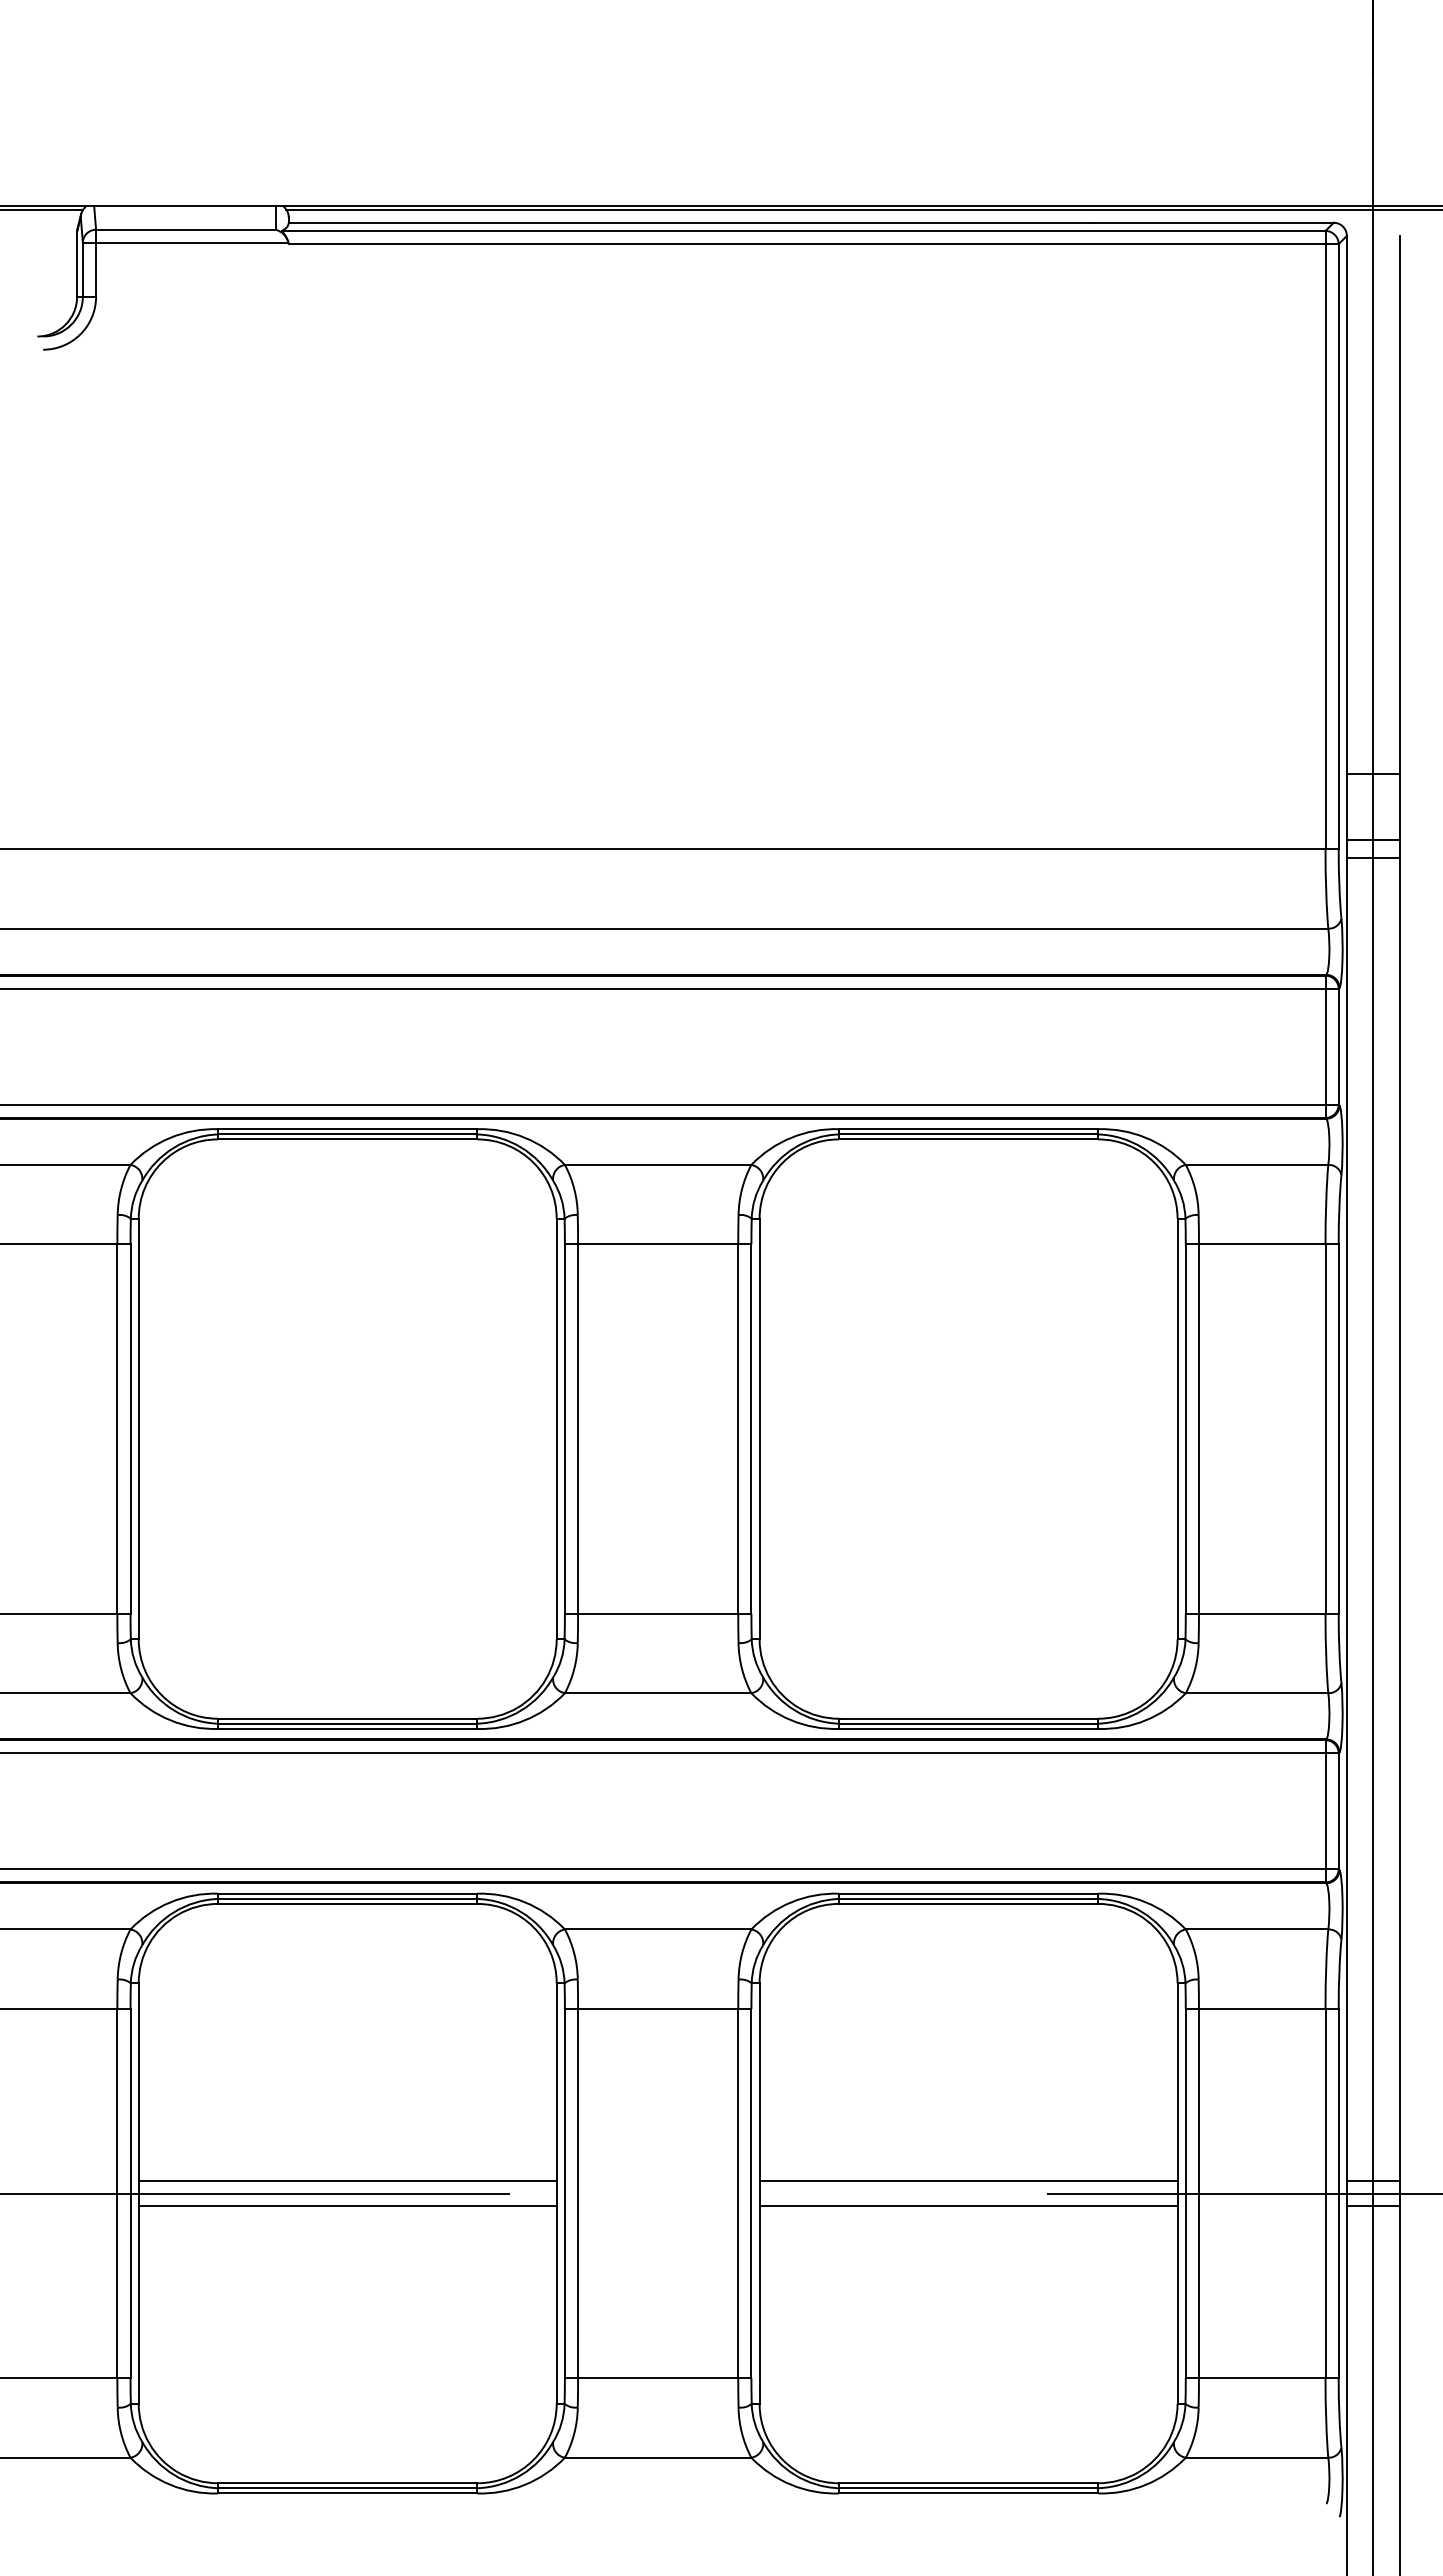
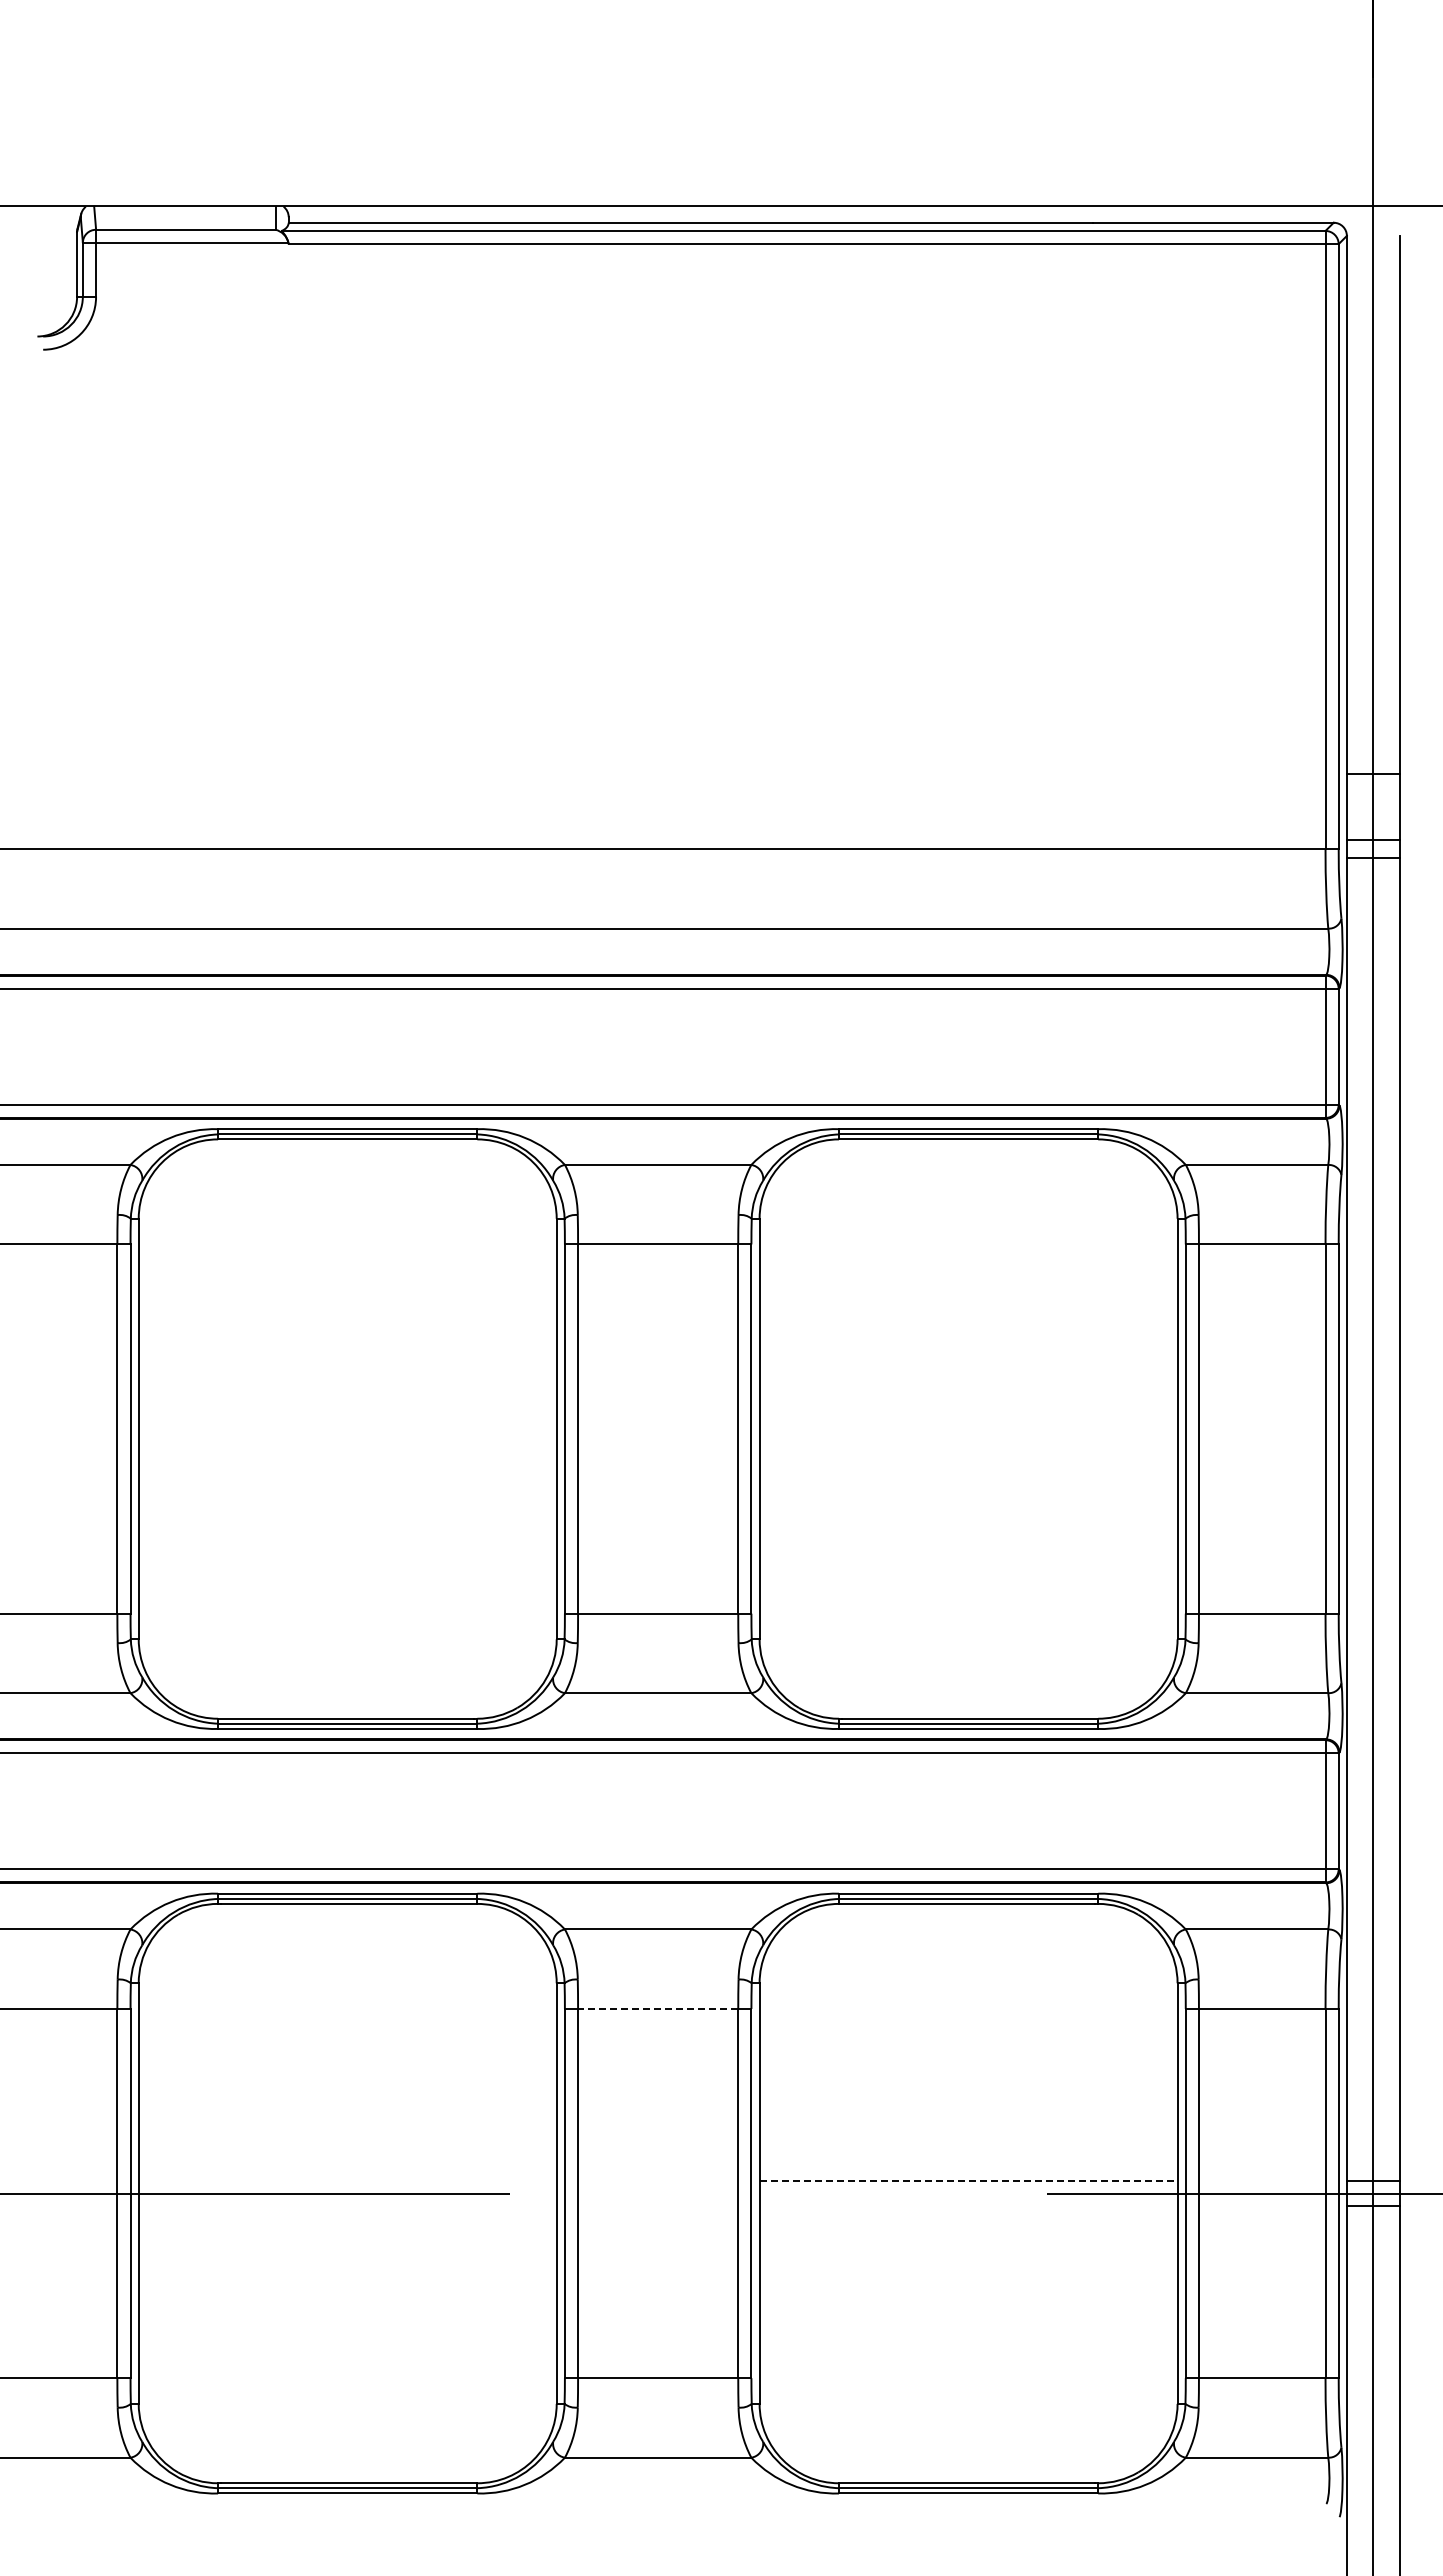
line at (42, 209): present -> none
line at (862, 209): present -> none
line at (657, 2008): solid -> dashed
line at (347, 2180): present -> none
line at (968, 2180): solid -> dashed
line at (347, 2206): present -> none
line at (968, 2206): present -> none
